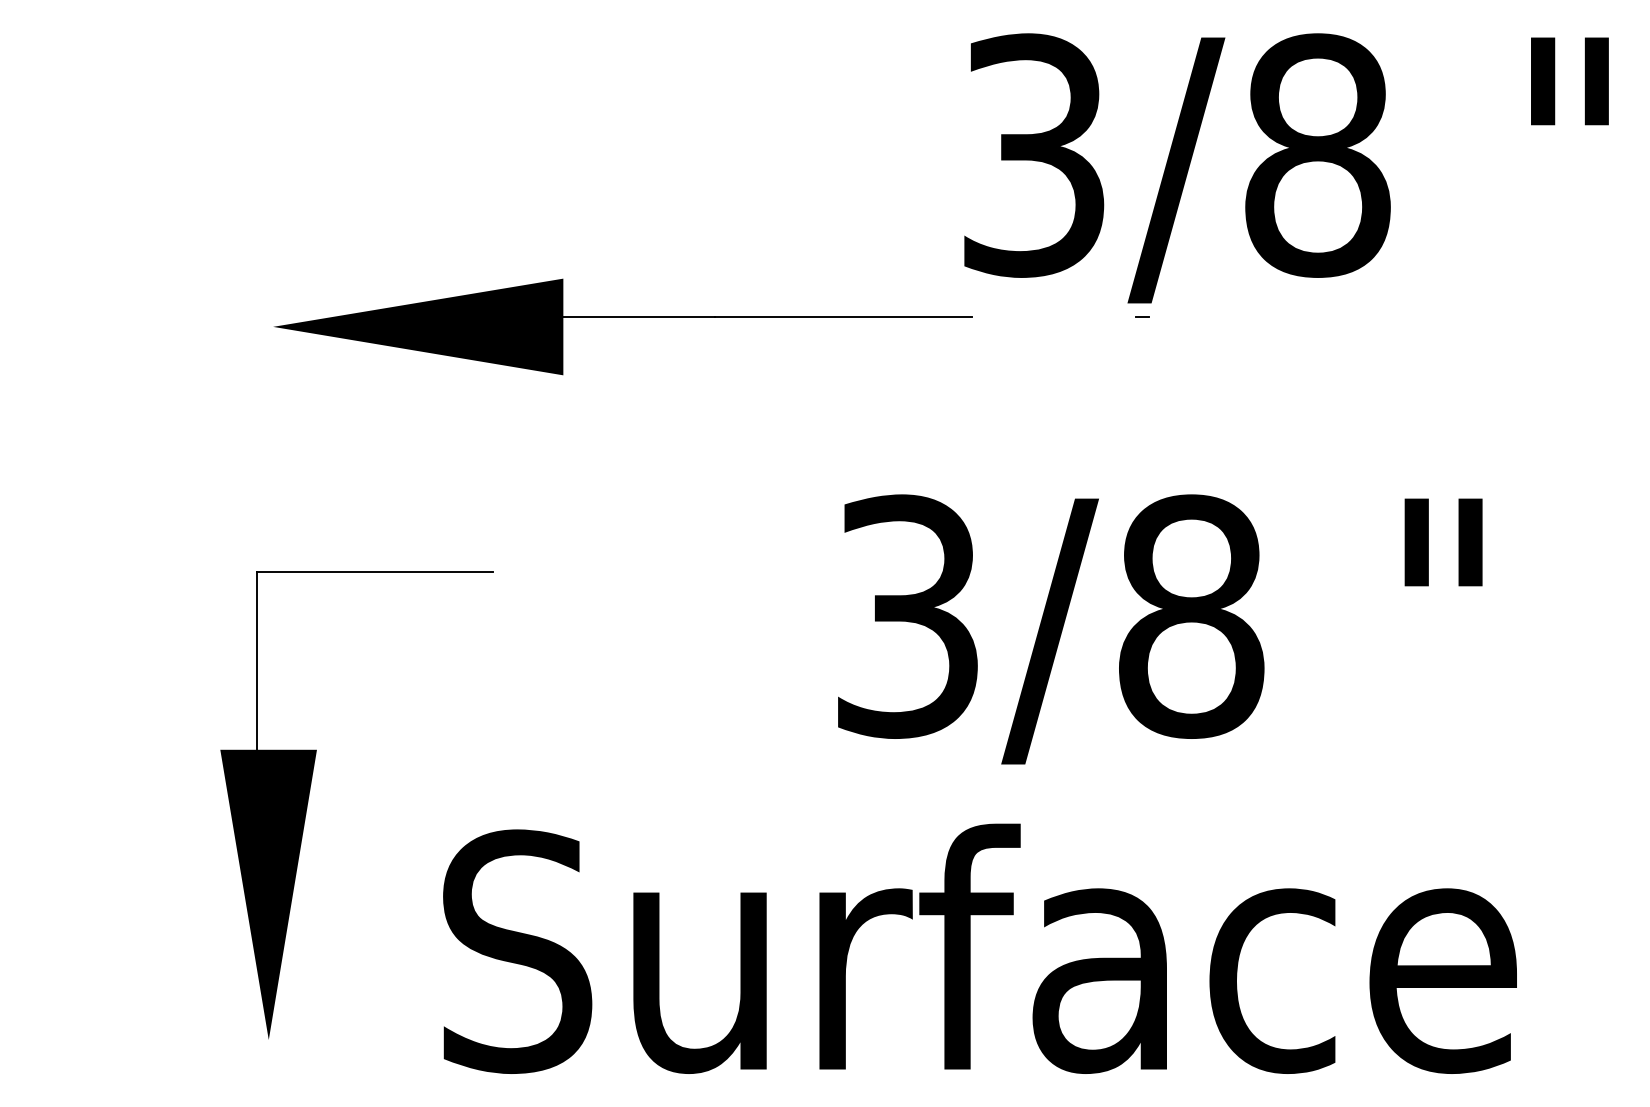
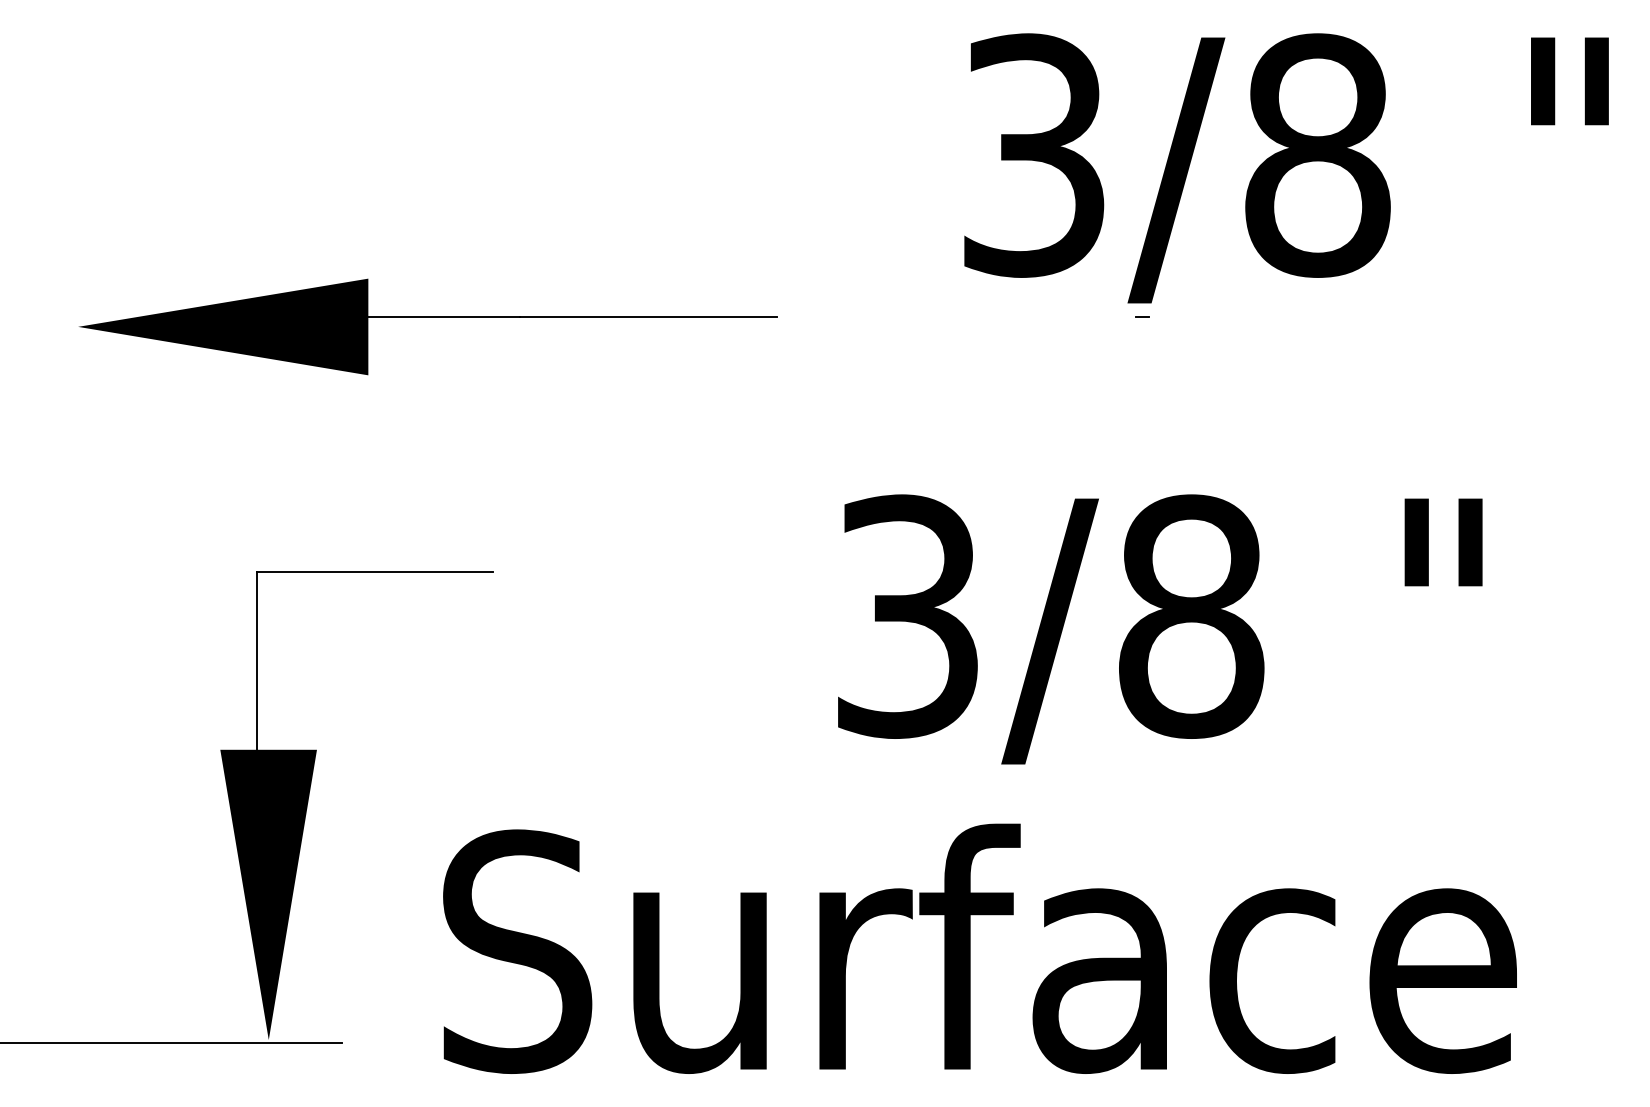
part at (622, 317) position: (622, 317) -> (427, 317)
line at (171, 1043): none -> present
